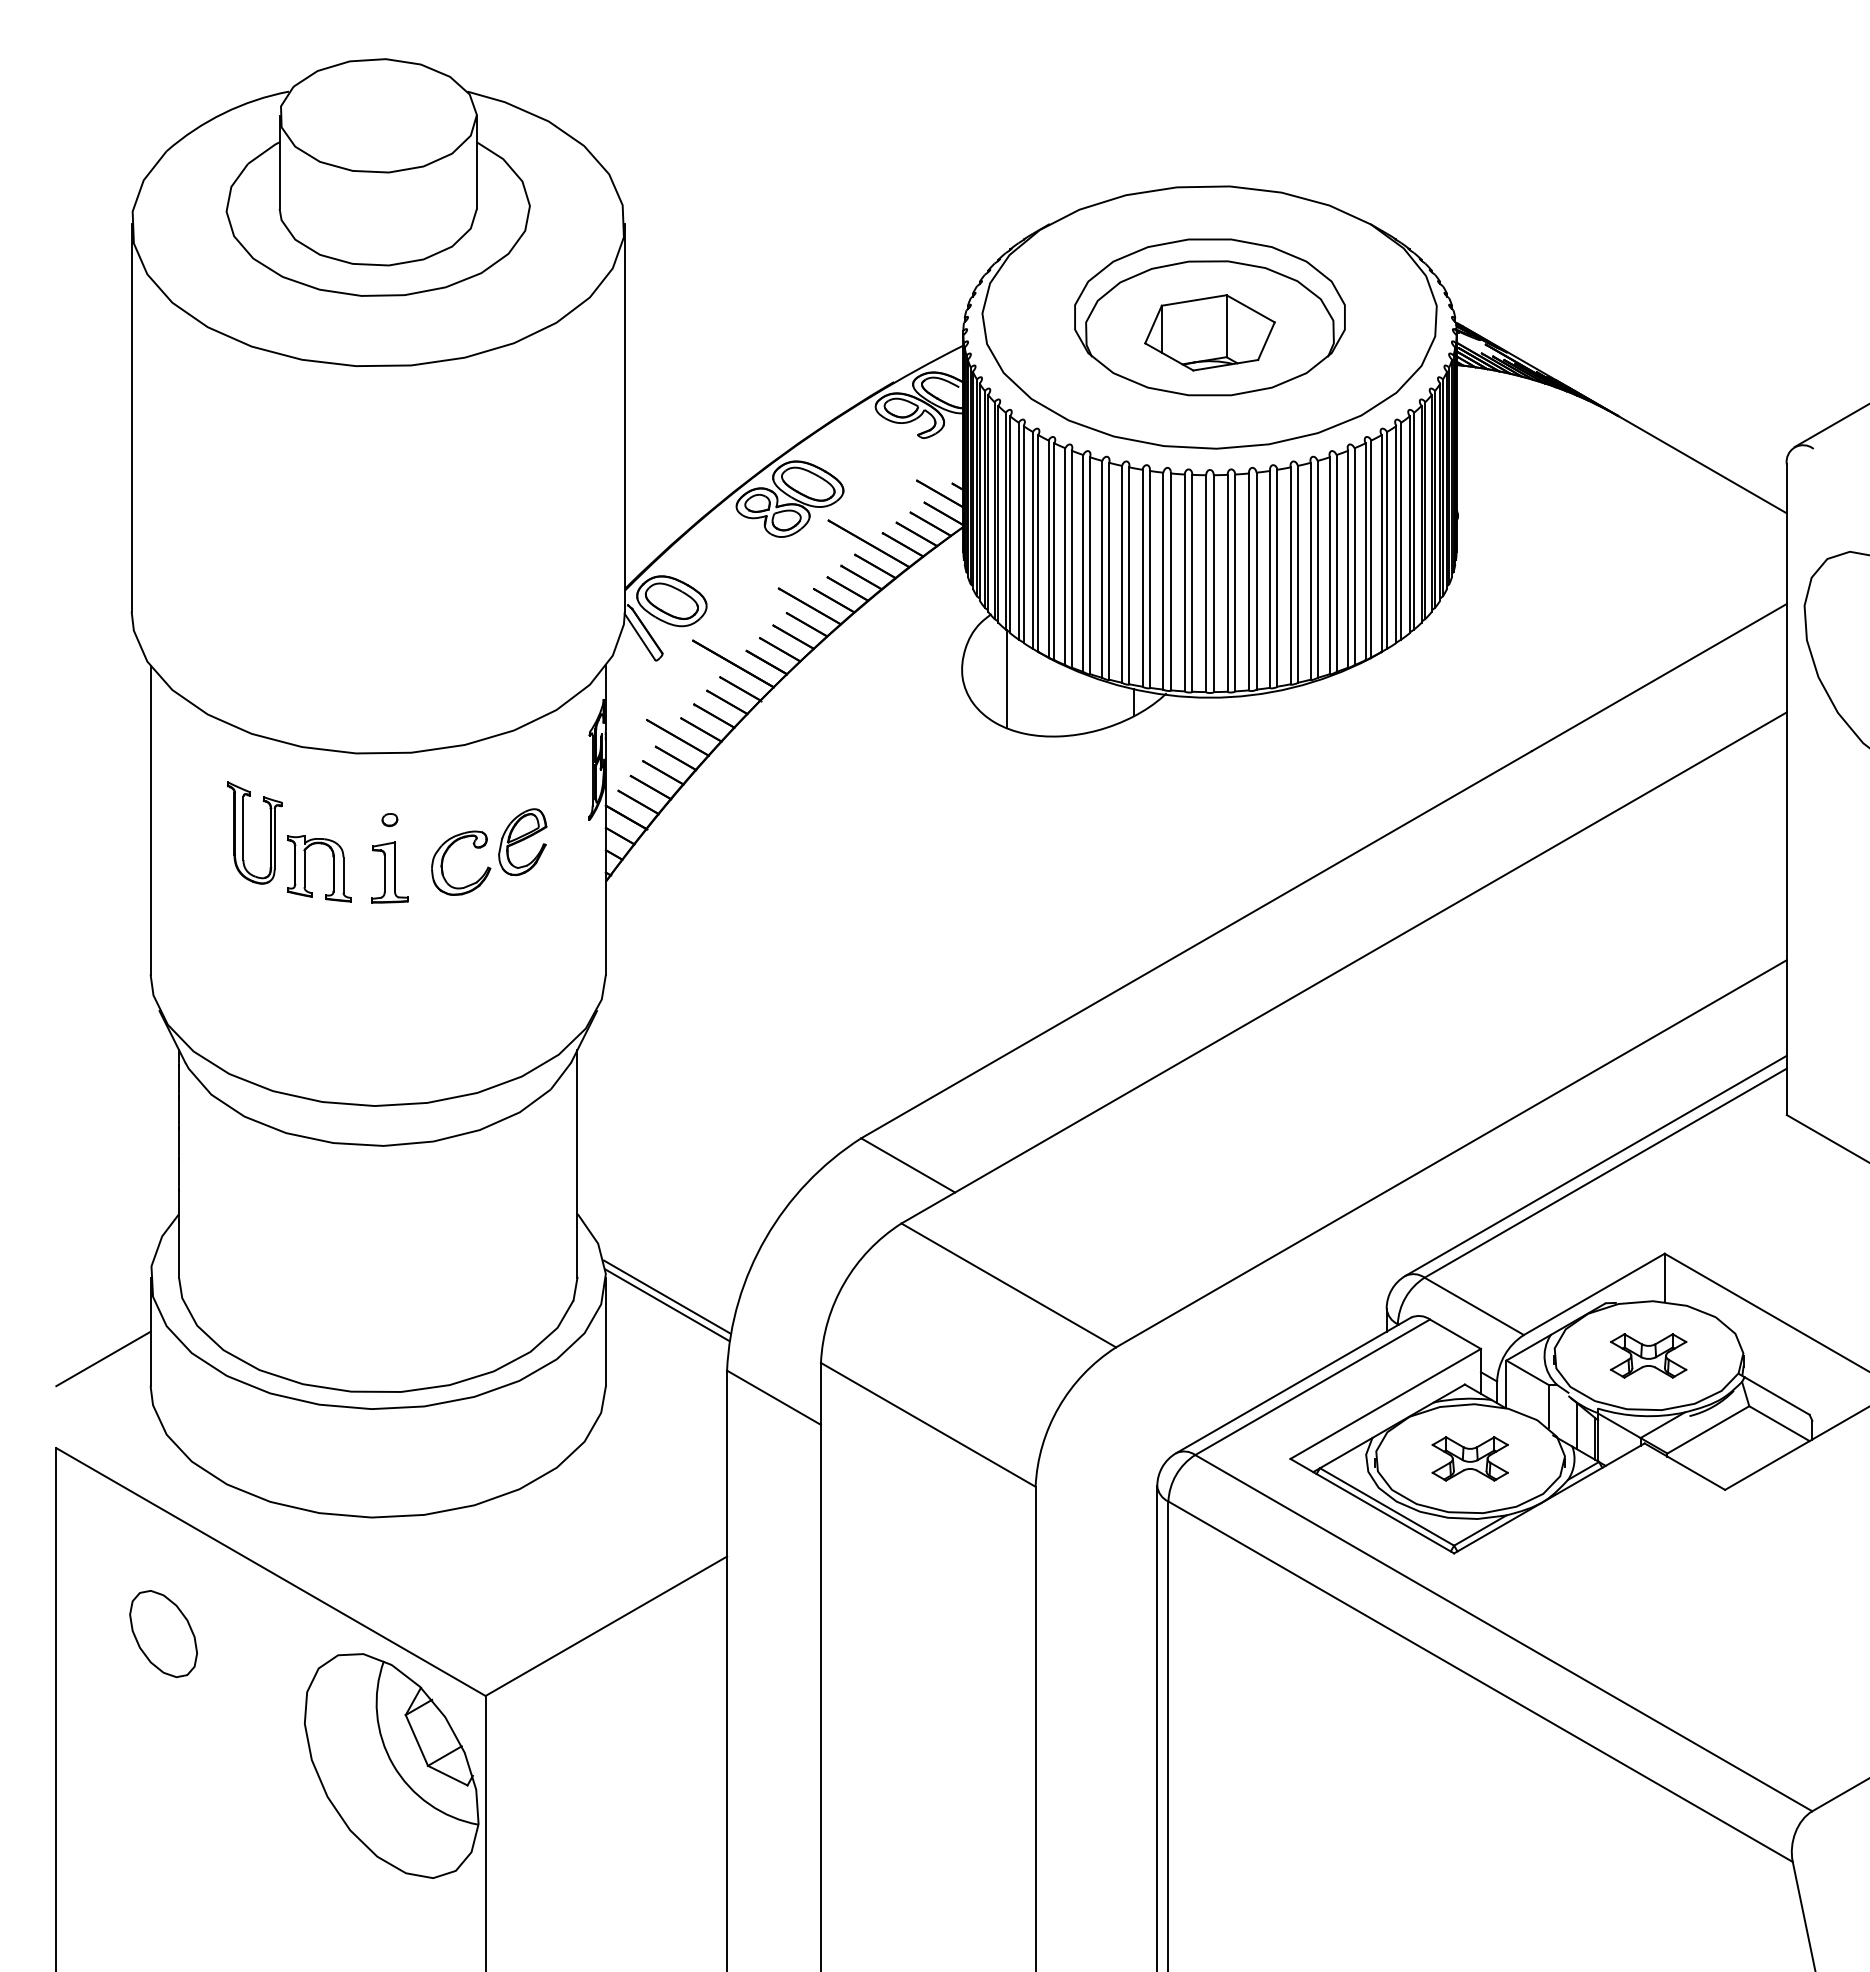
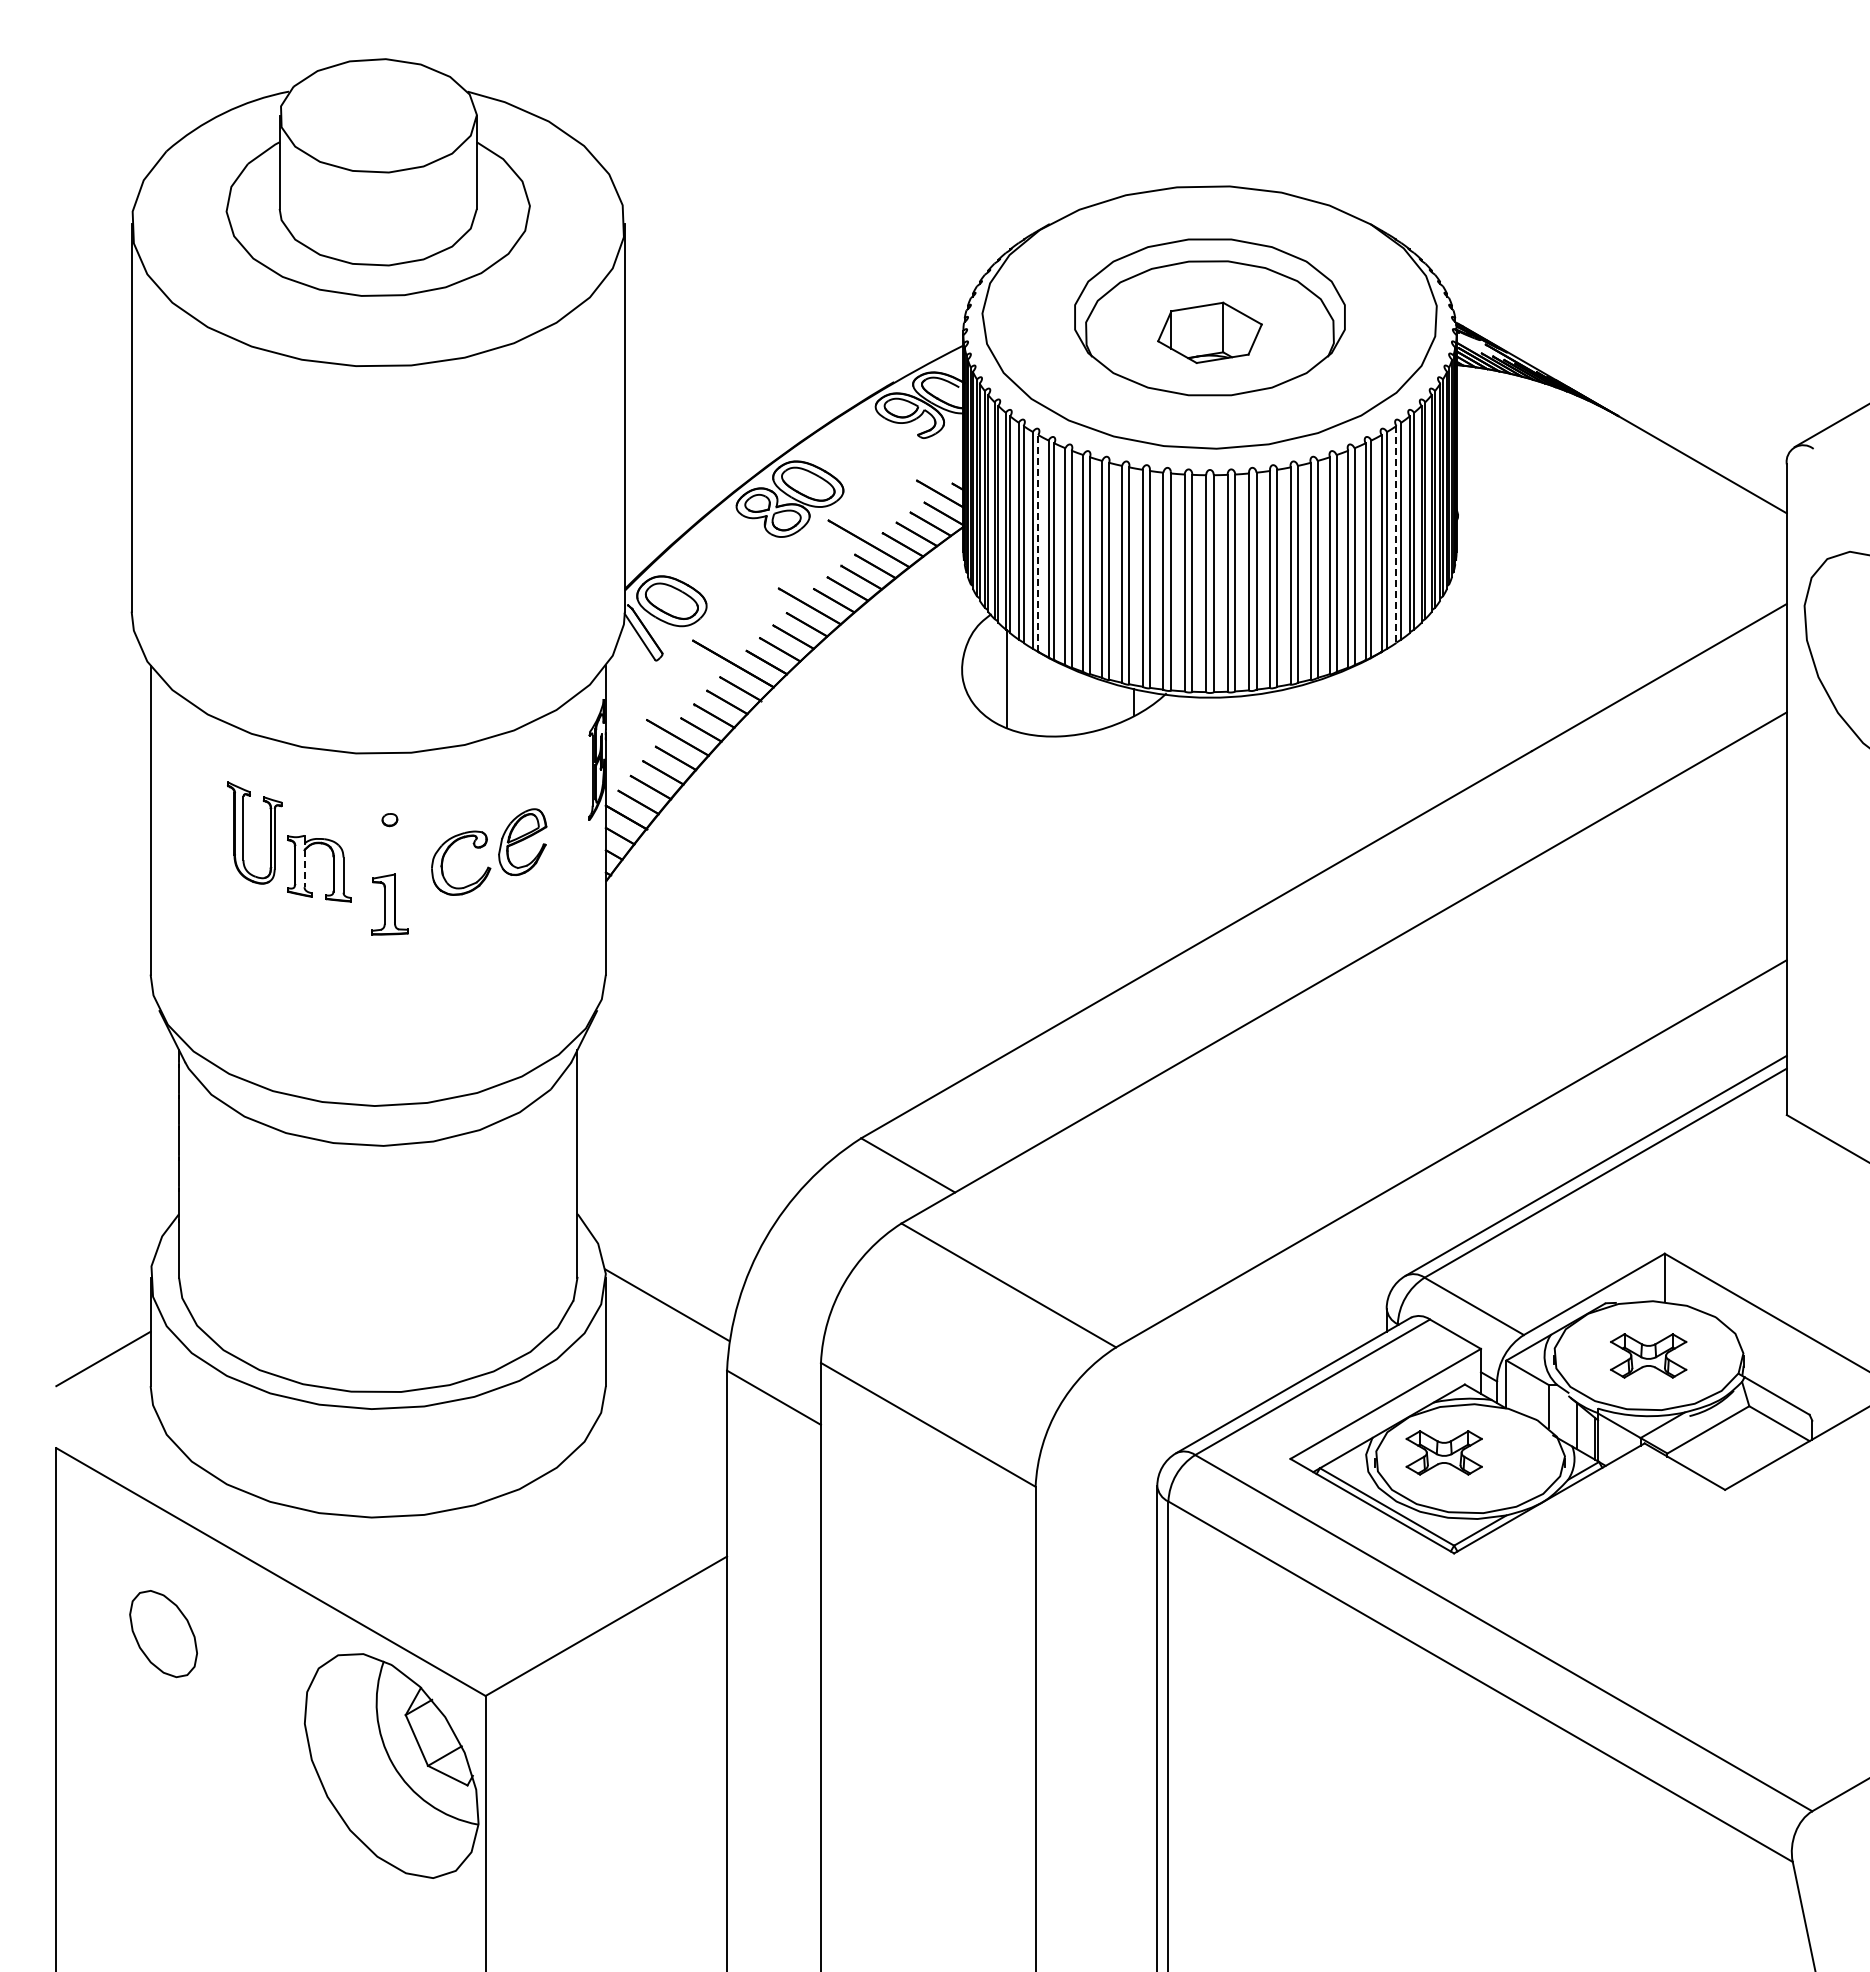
part at (1209, 332) size: 132x78 px -> 106x63 px
line at (1396, 535): solid -> dashed
line at (1038, 543): solid -> dashed
line at (304, 869): solid -> dashed
part at (389, 872) position: (389, 872) -> (389, 904)
line at (666, 1296): present -> none
part at (1469, 1458) position: (1469, 1458) -> (1443, 1452)
